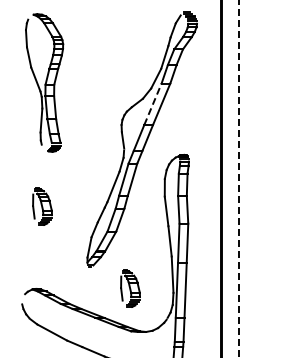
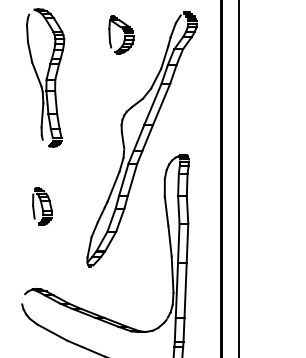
part at (121, 34): none -> present
part at (44, 82) position: (44, 82) -> (45, 77)
line at (153, 103): dashed -> solid
line at (239, 178): dashed -> solid
part at (130, 288): present -> none
